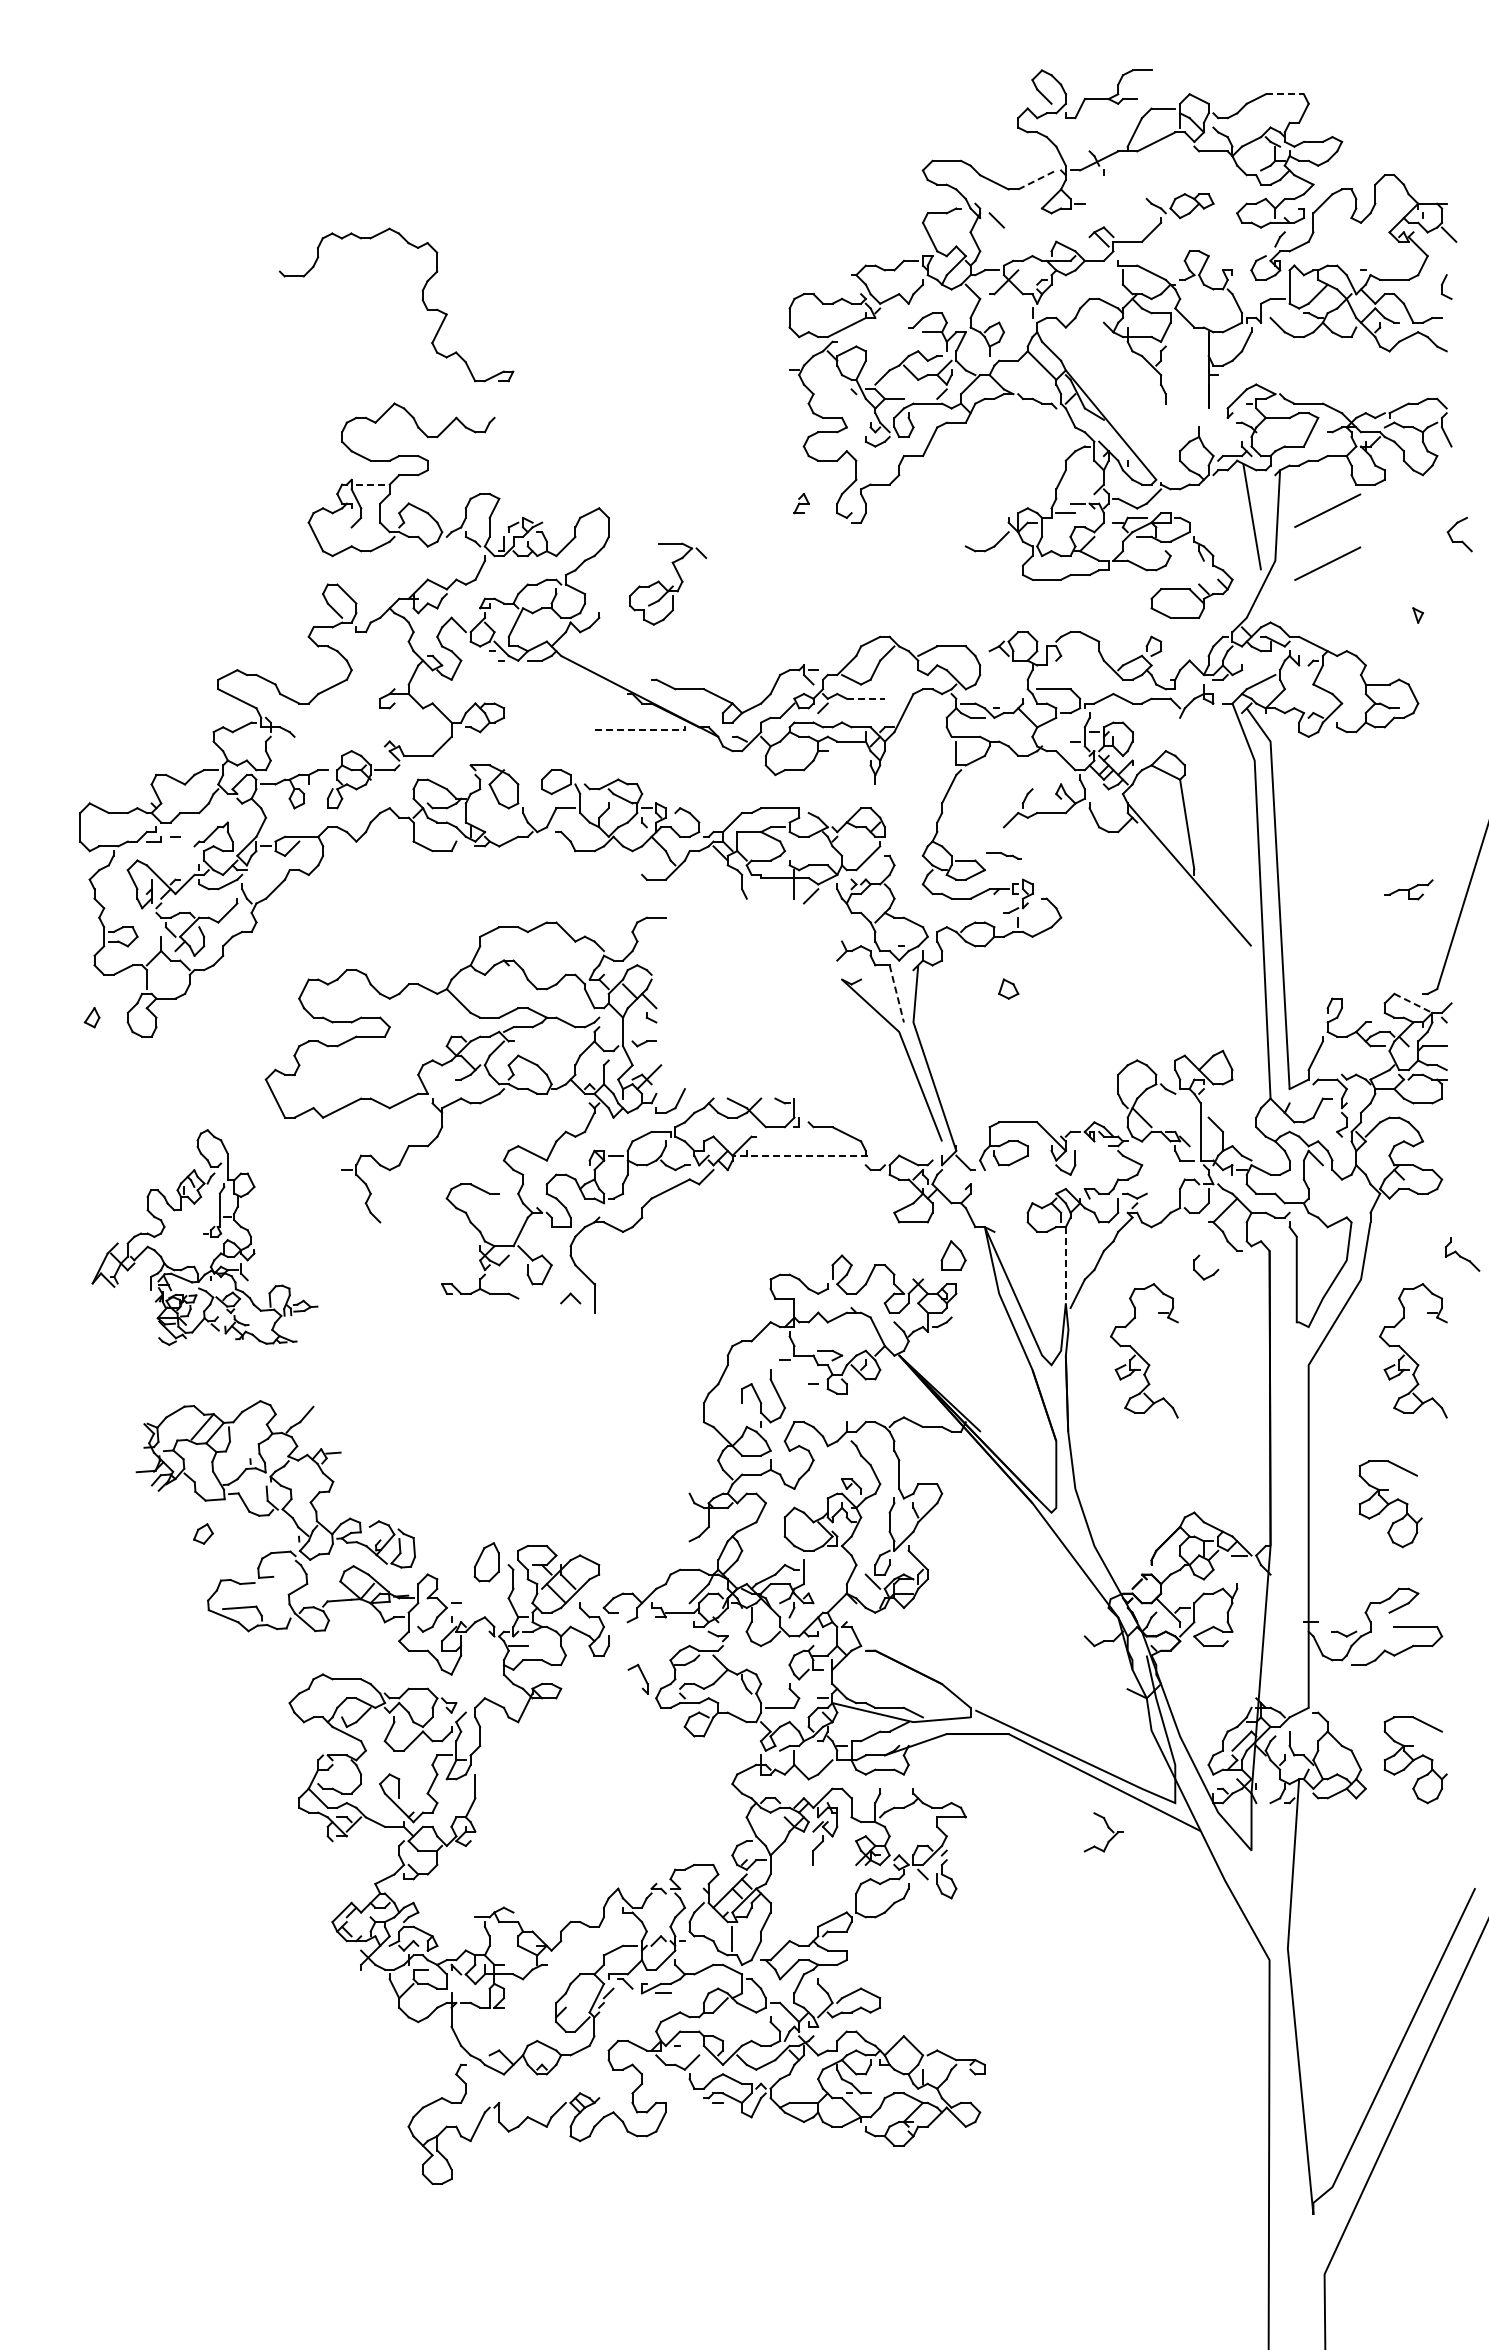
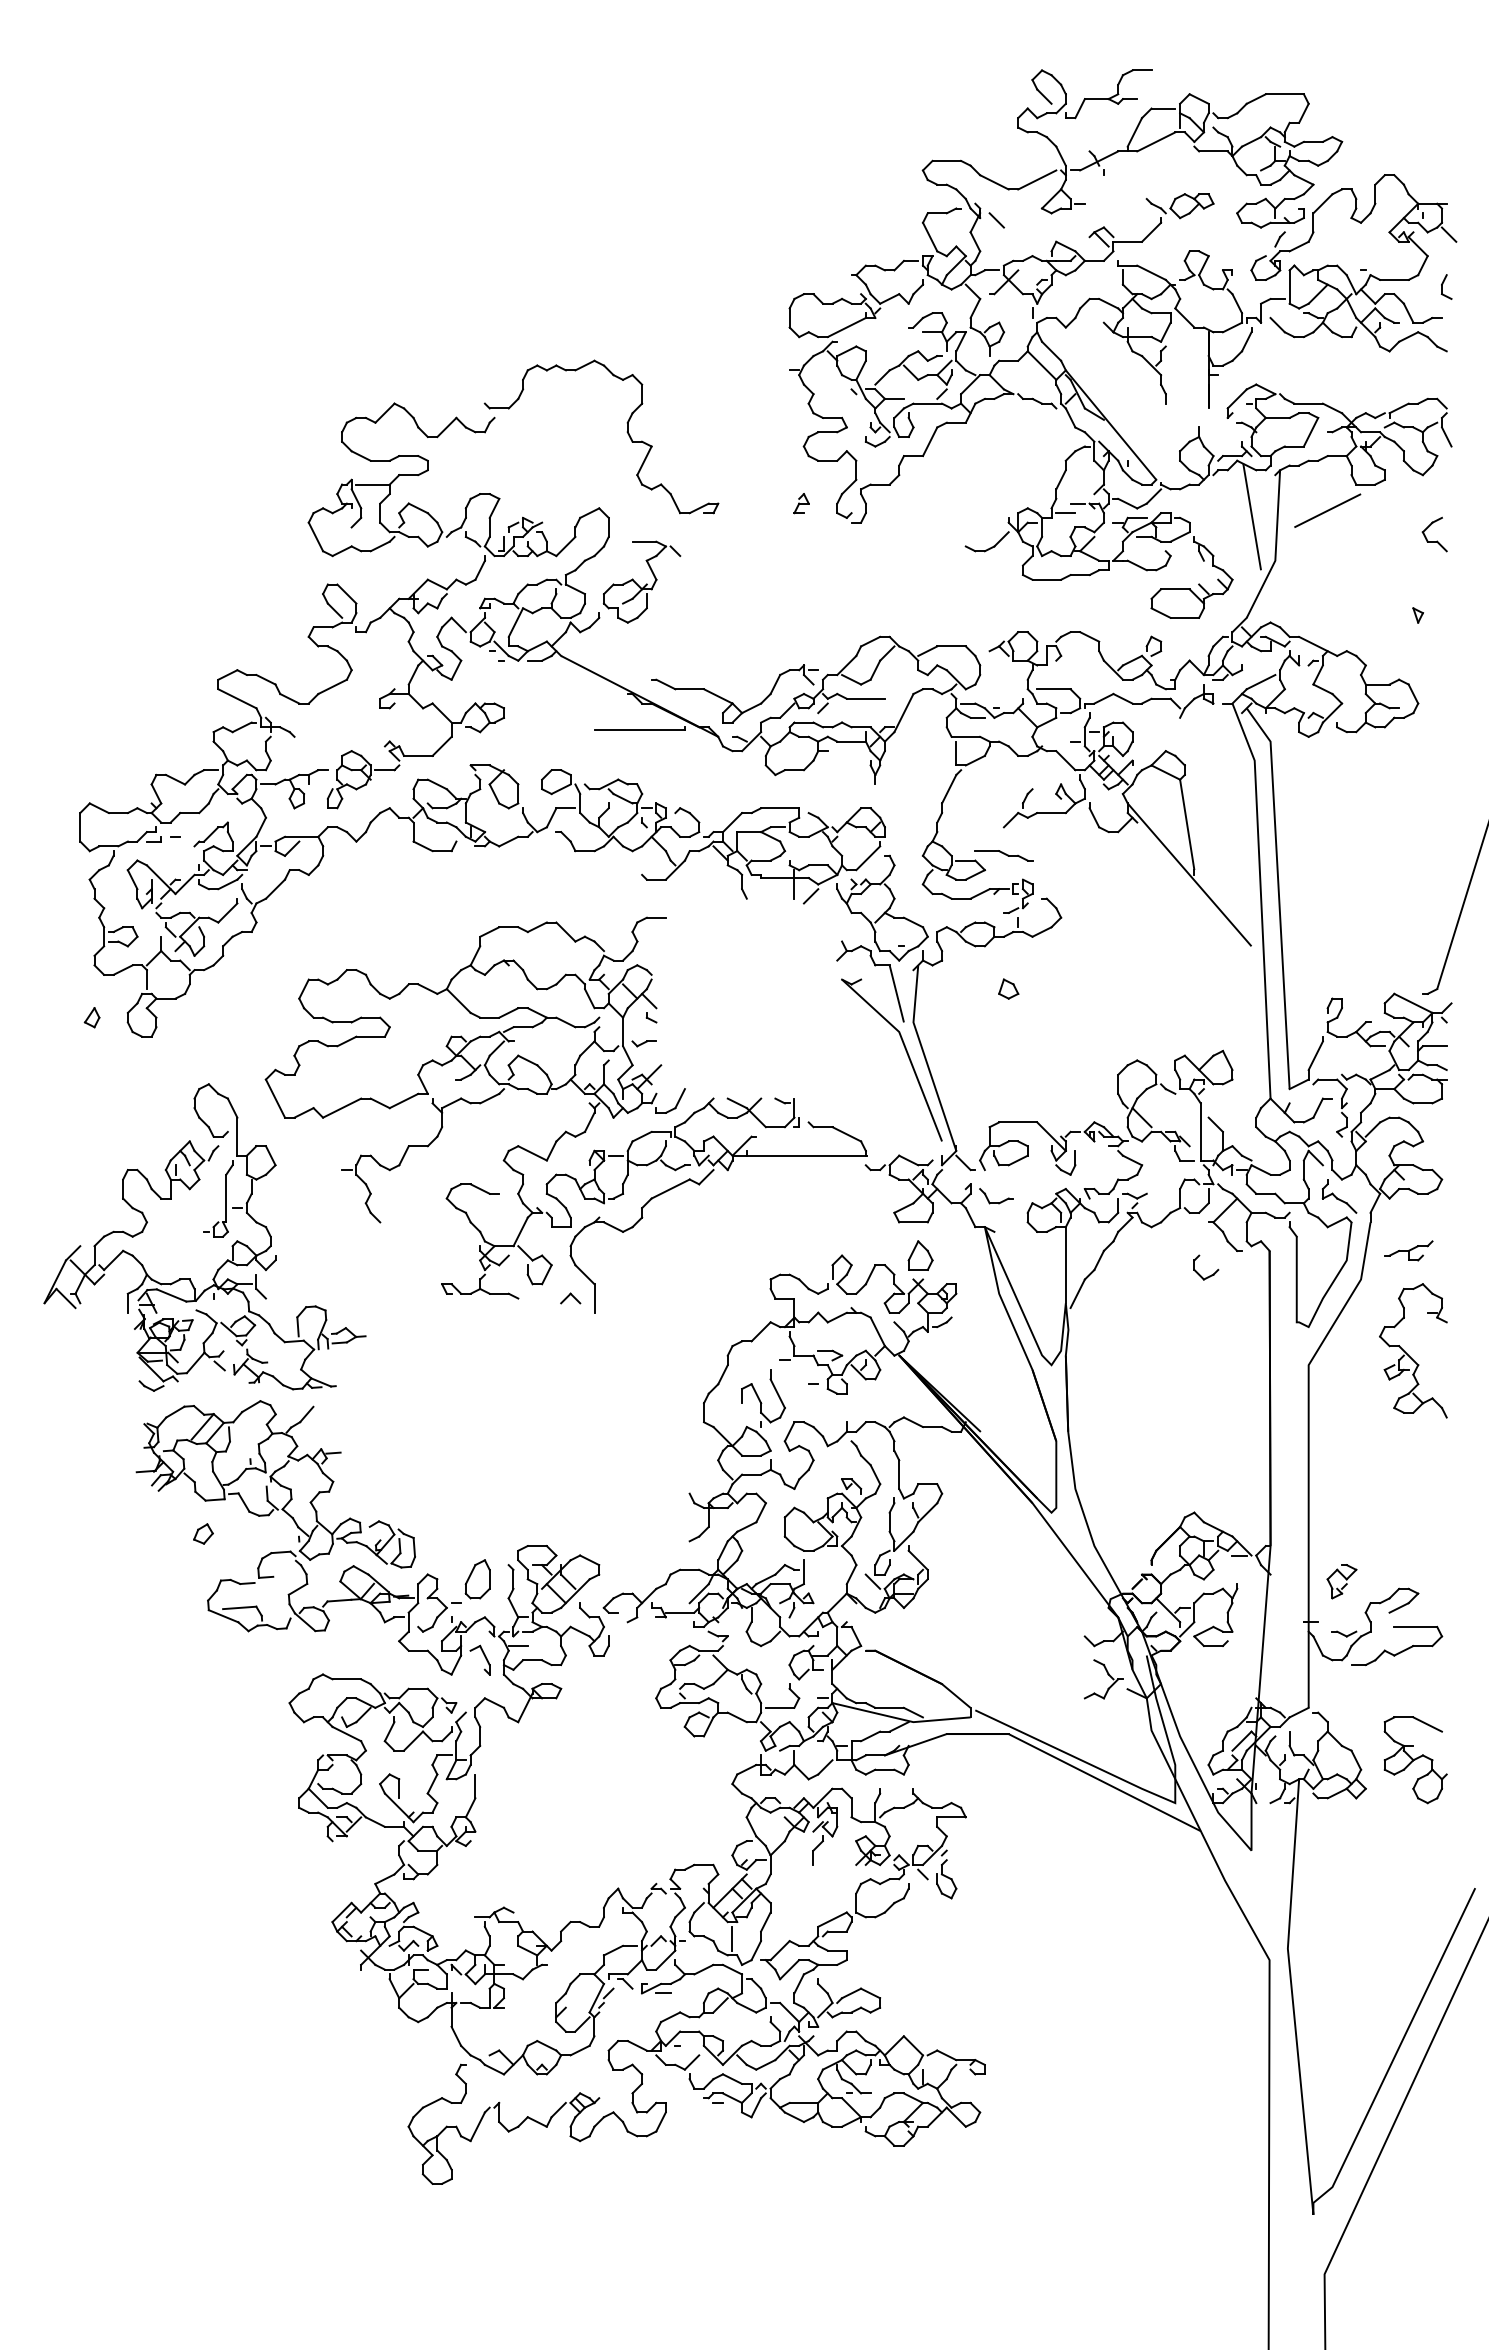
line at (1285, 94): dashed -> solid
line at (1037, 179): dashed -> solid
part at (421, 300) position: (421, 300) -> (626, 432)
line at (373, 484): dashed -> solid
part at (1462, 540) position: (1462, 540) -> (1437, 540)
line at (1327, 563): present -> none
part at (668, 583) position: (668, 583) -> (642, 581)
line at (866, 698): dashed -> solid
line at (640, 729): dashed -> solid
part at (1003, 855) size: 36x8 px -> 60x12 px
part at (1408, 889) position: (1408, 889) -> (1408, 1250)
line at (896, 994): dashed -> solid
line at (1413, 1003): dashed -> solid
line at (800, 1155): dashed -> solid
part at (996, 1196): none -> present
part at (204, 1237) size: 228x217 px -> 324x309 px
part at (1462, 1254) position: (1462, 1254) -> (1339, 1196)
part at (953, 1255) position: (953, 1255) -> (920, 1255)
line at (1065, 1265): dashed -> solid
part at (1139, 1354): present -> none
part at (1390, 1504): present -> none
part at (486, 1562) position: (486, 1562) -> (477, 1579)
part at (1341, 1581): none -> present
part at (637, 1678) position: (637, 1678) -> (479, 1659)
part at (1107, 1827) position: (1107, 1827) -> (1107, 1674)
